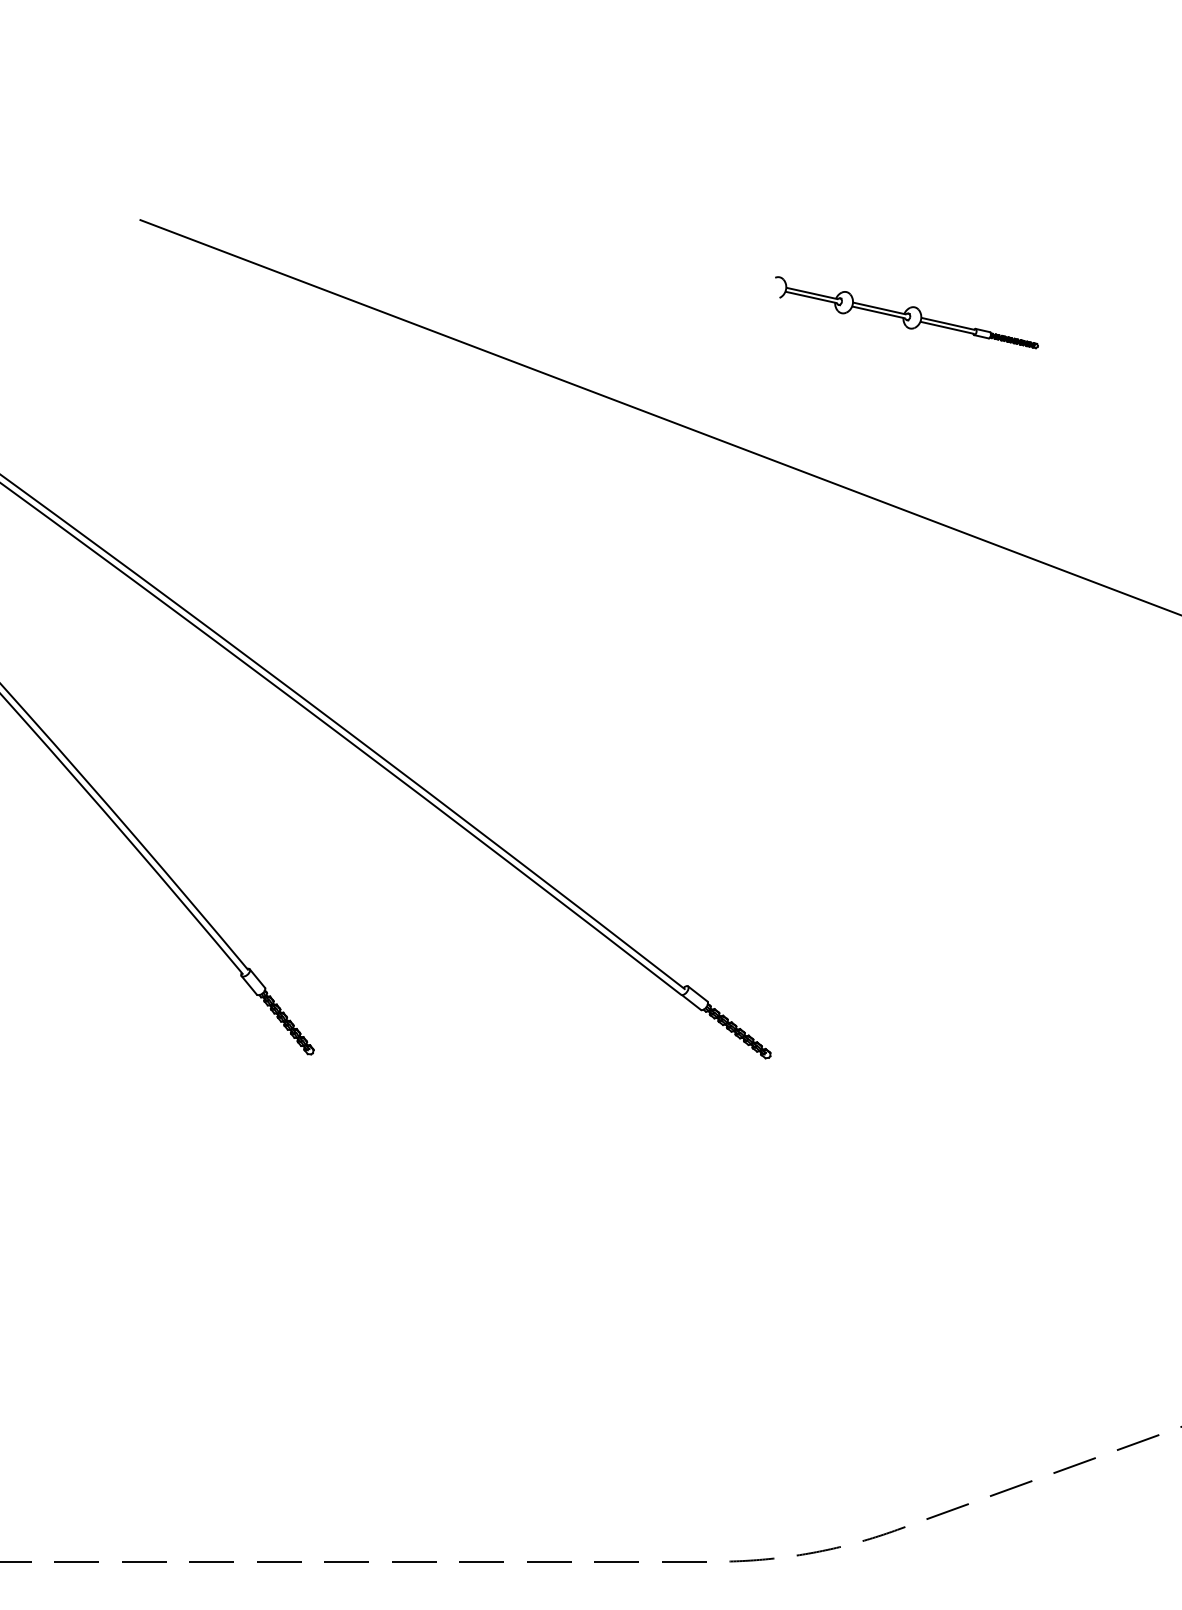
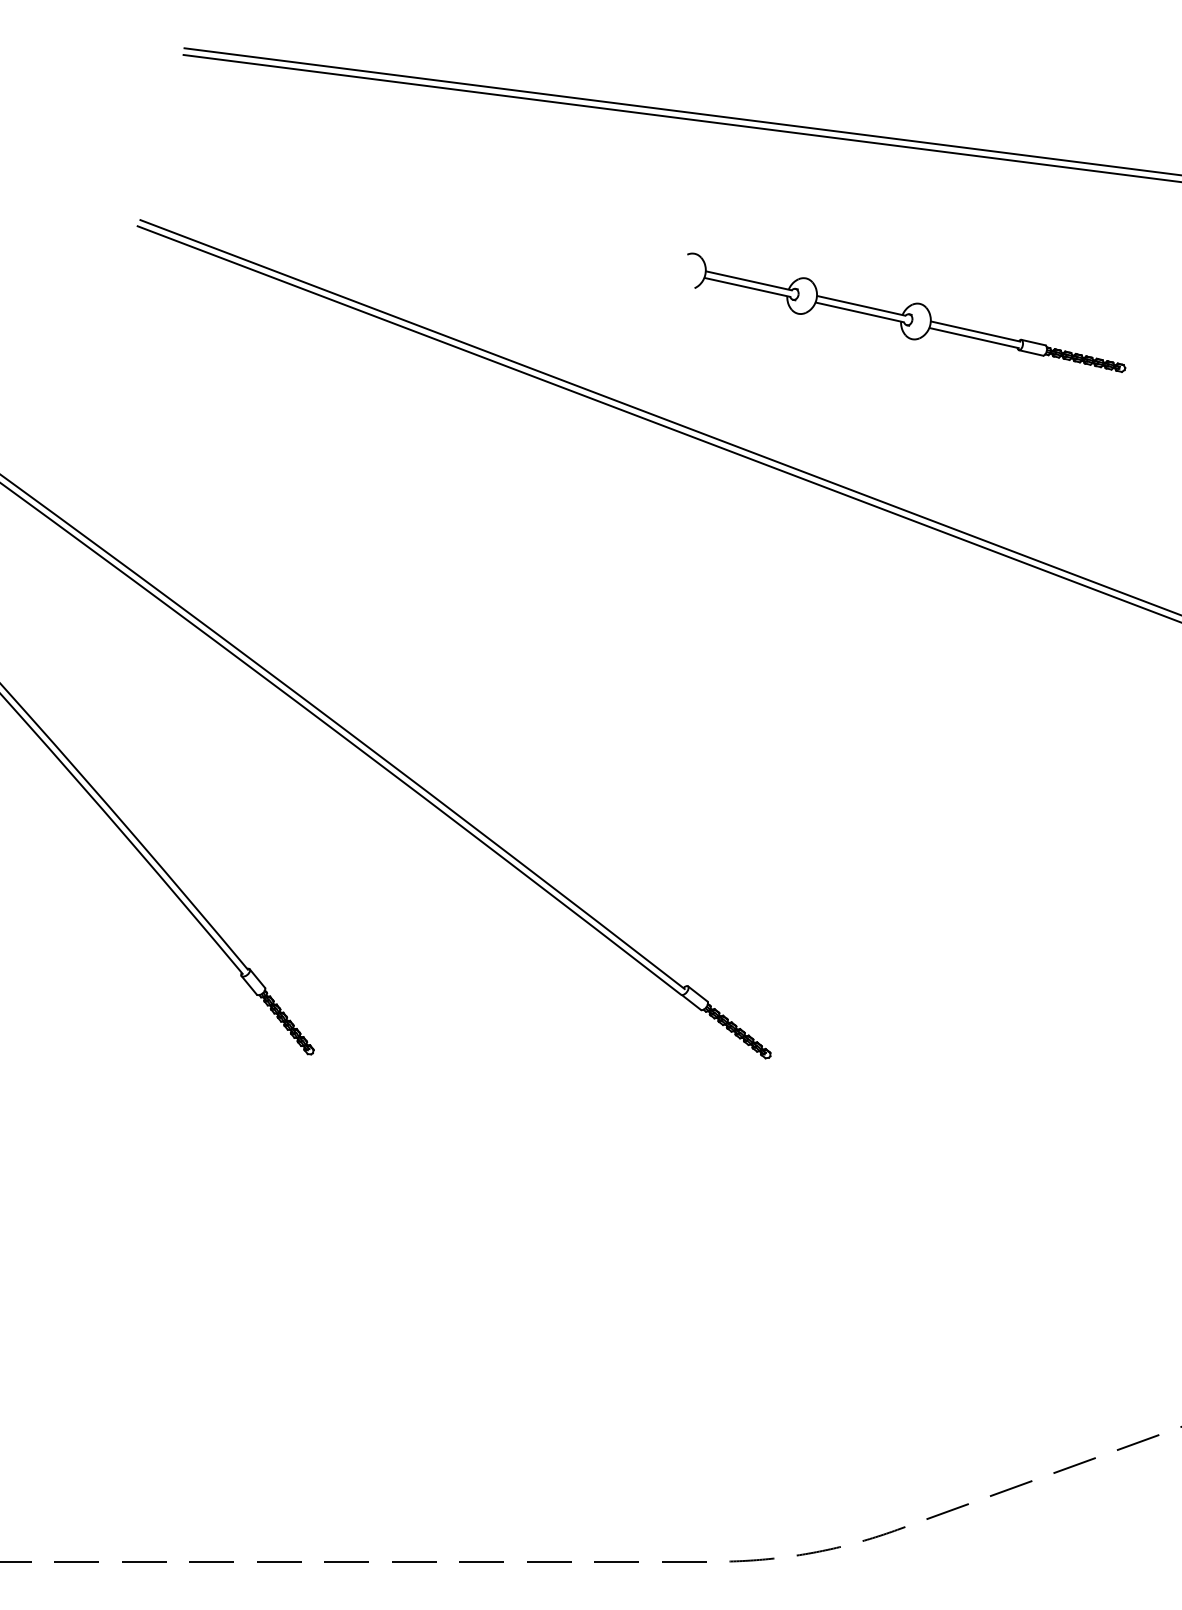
line at (681, 111): none -> present
line at (680, 117): none -> present
part at (906, 312) size: 264x74 px -> 440x121 px
line at (657, 423): none -> present
